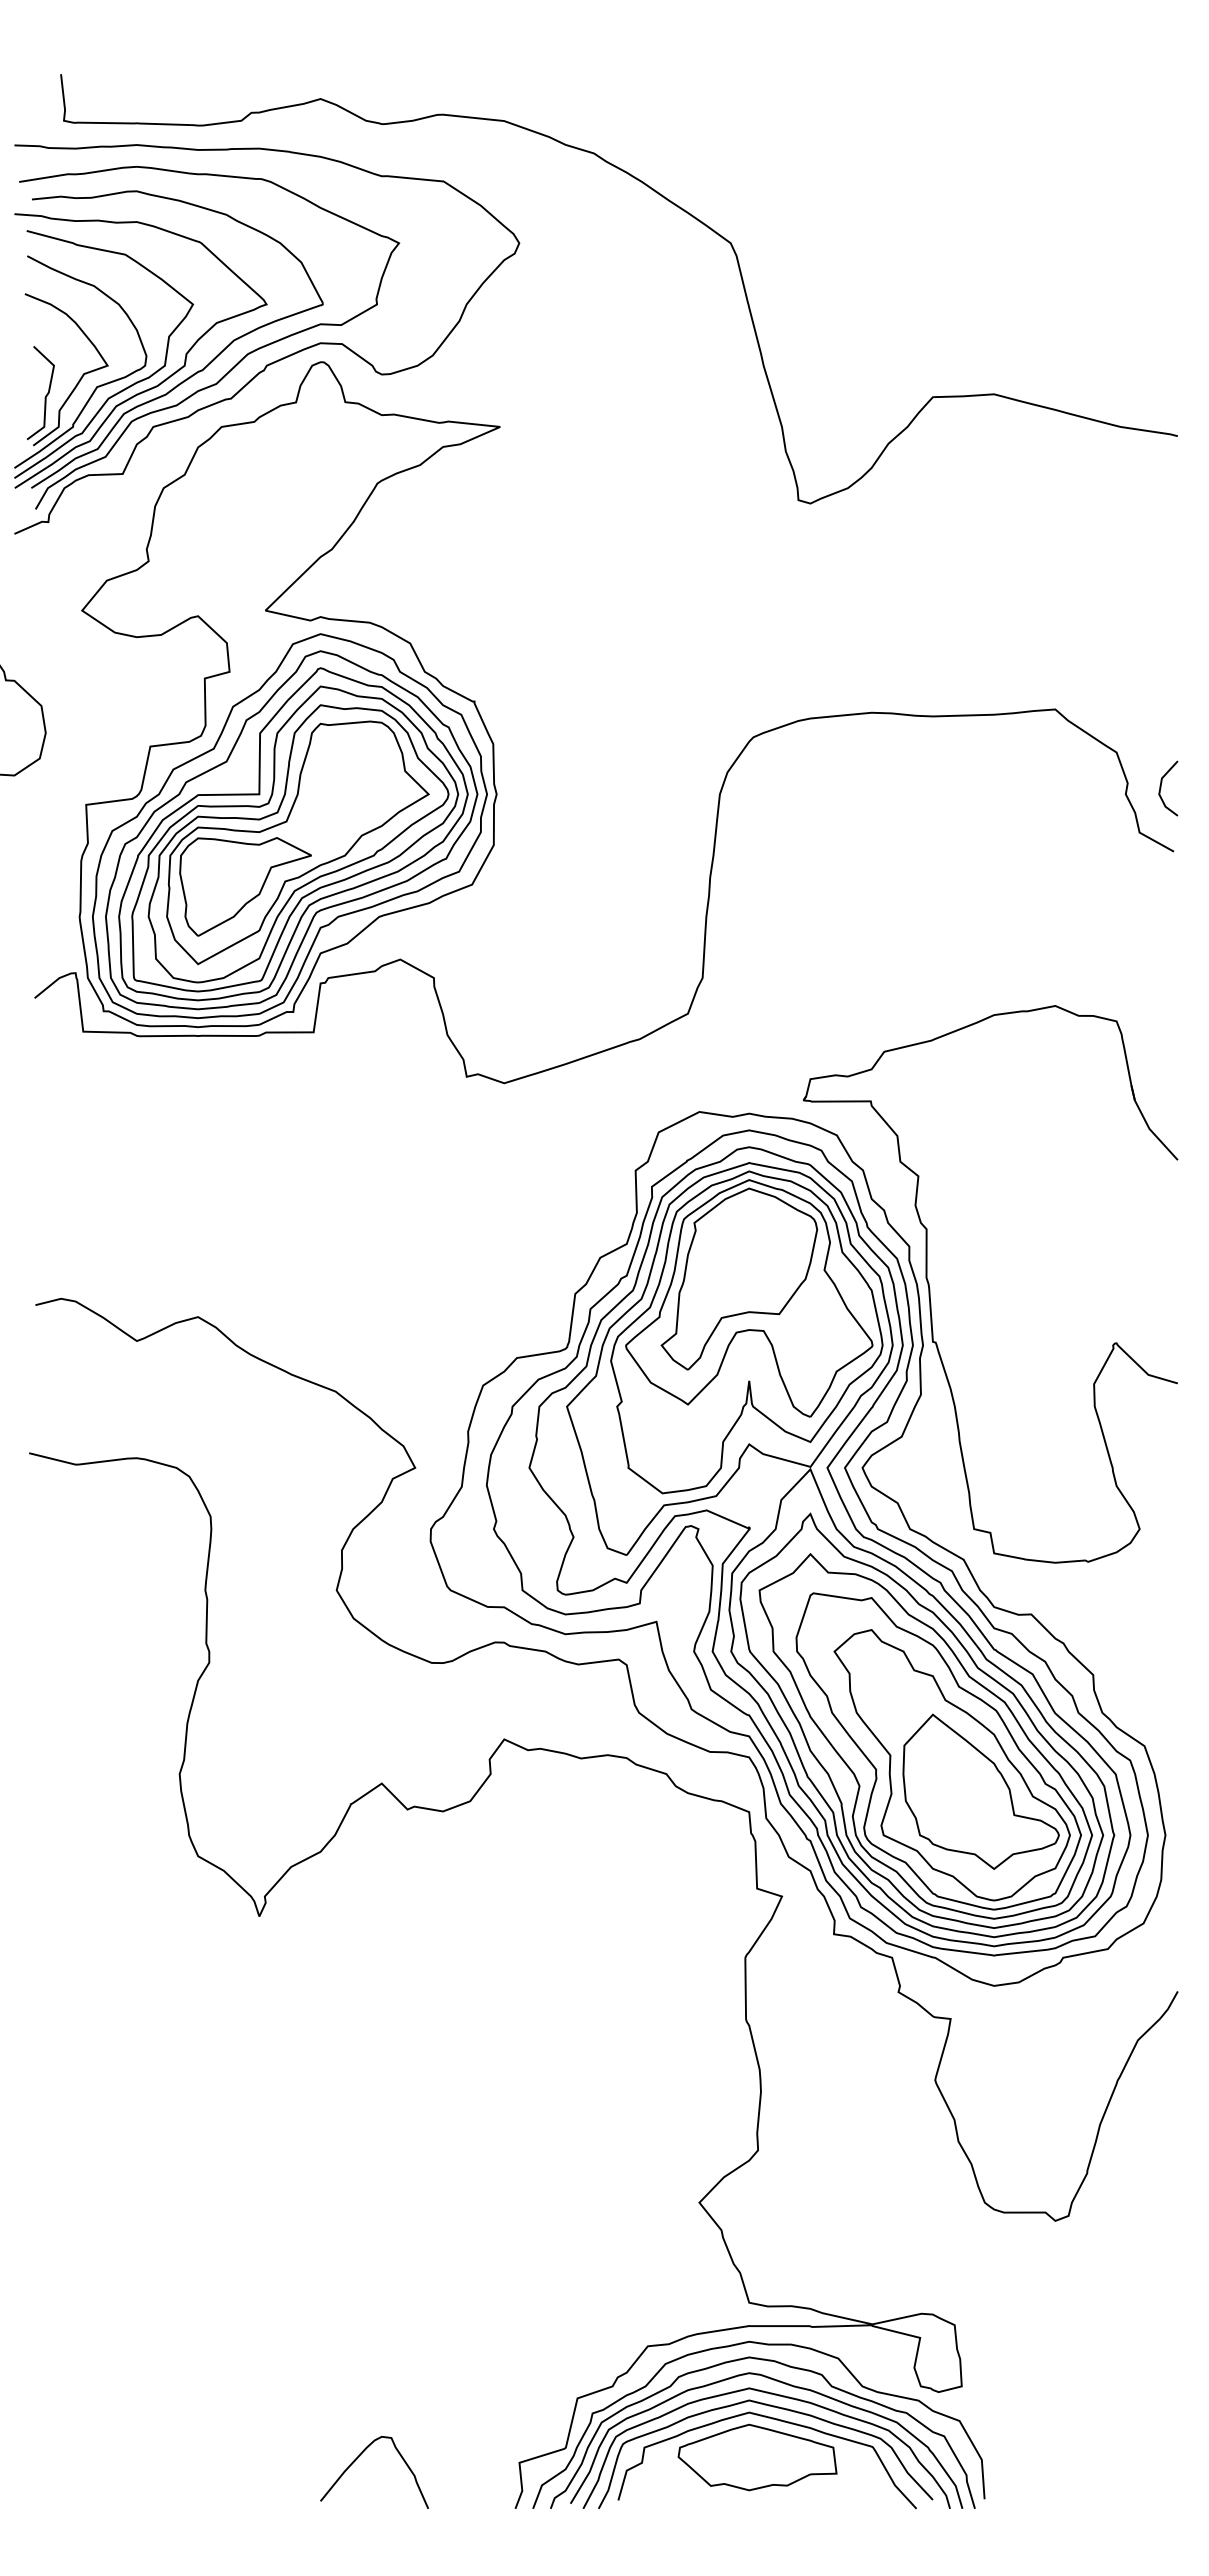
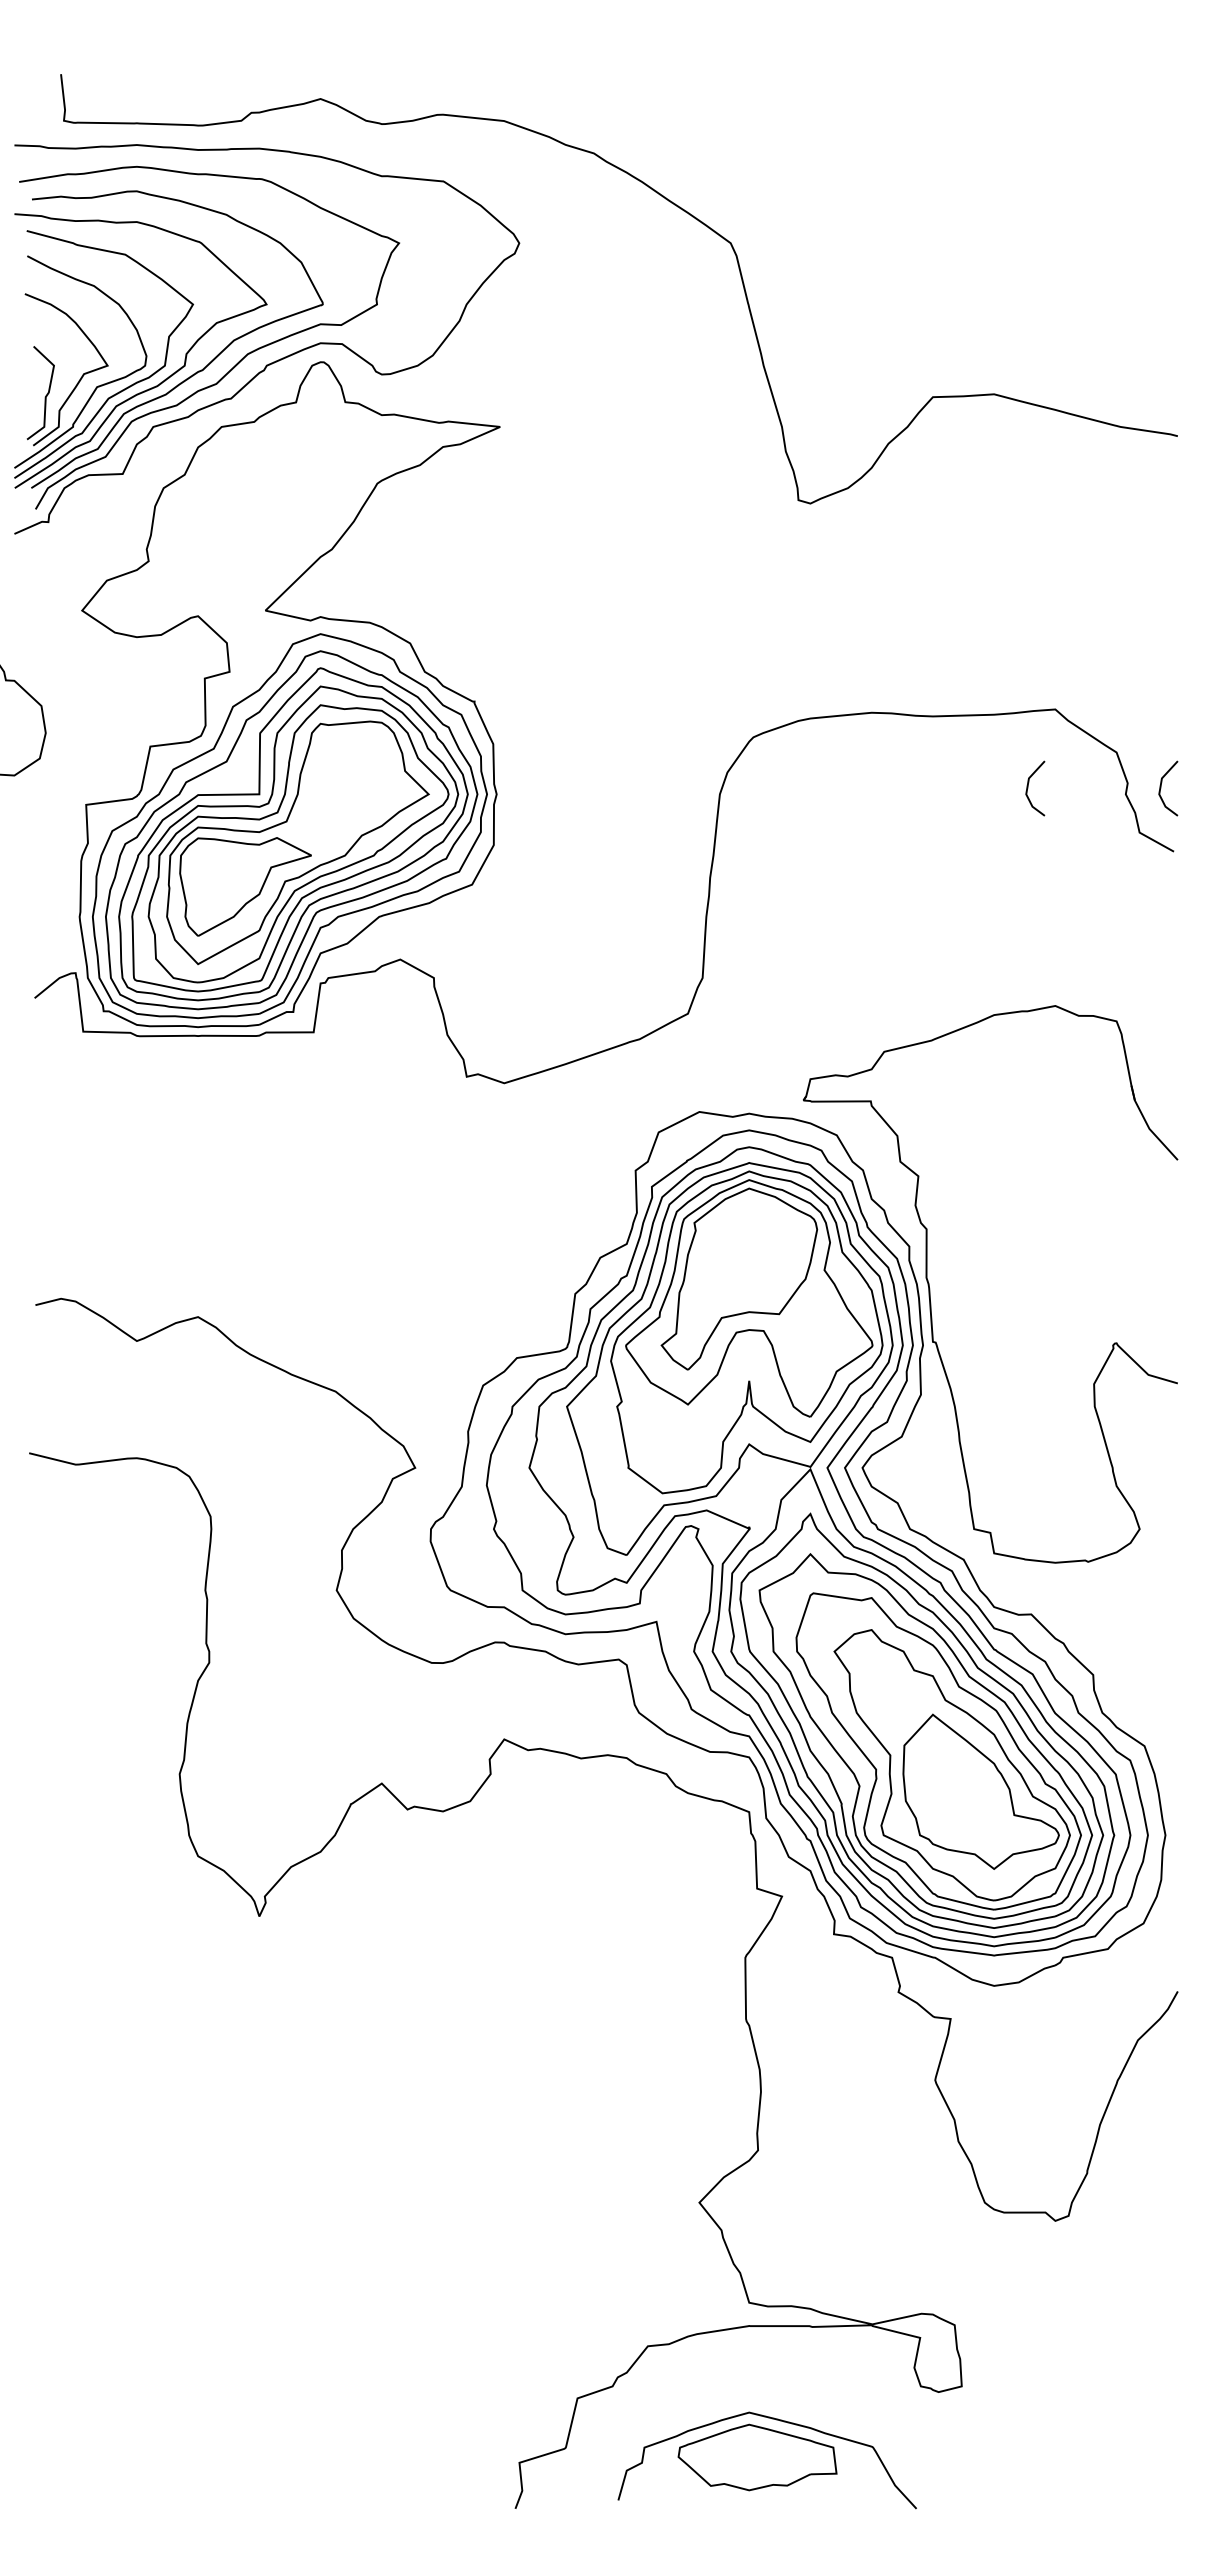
line at (1028, 788): none -> present
part at (764, 2405): present -> none
curve at (358, 2458): present -> none
